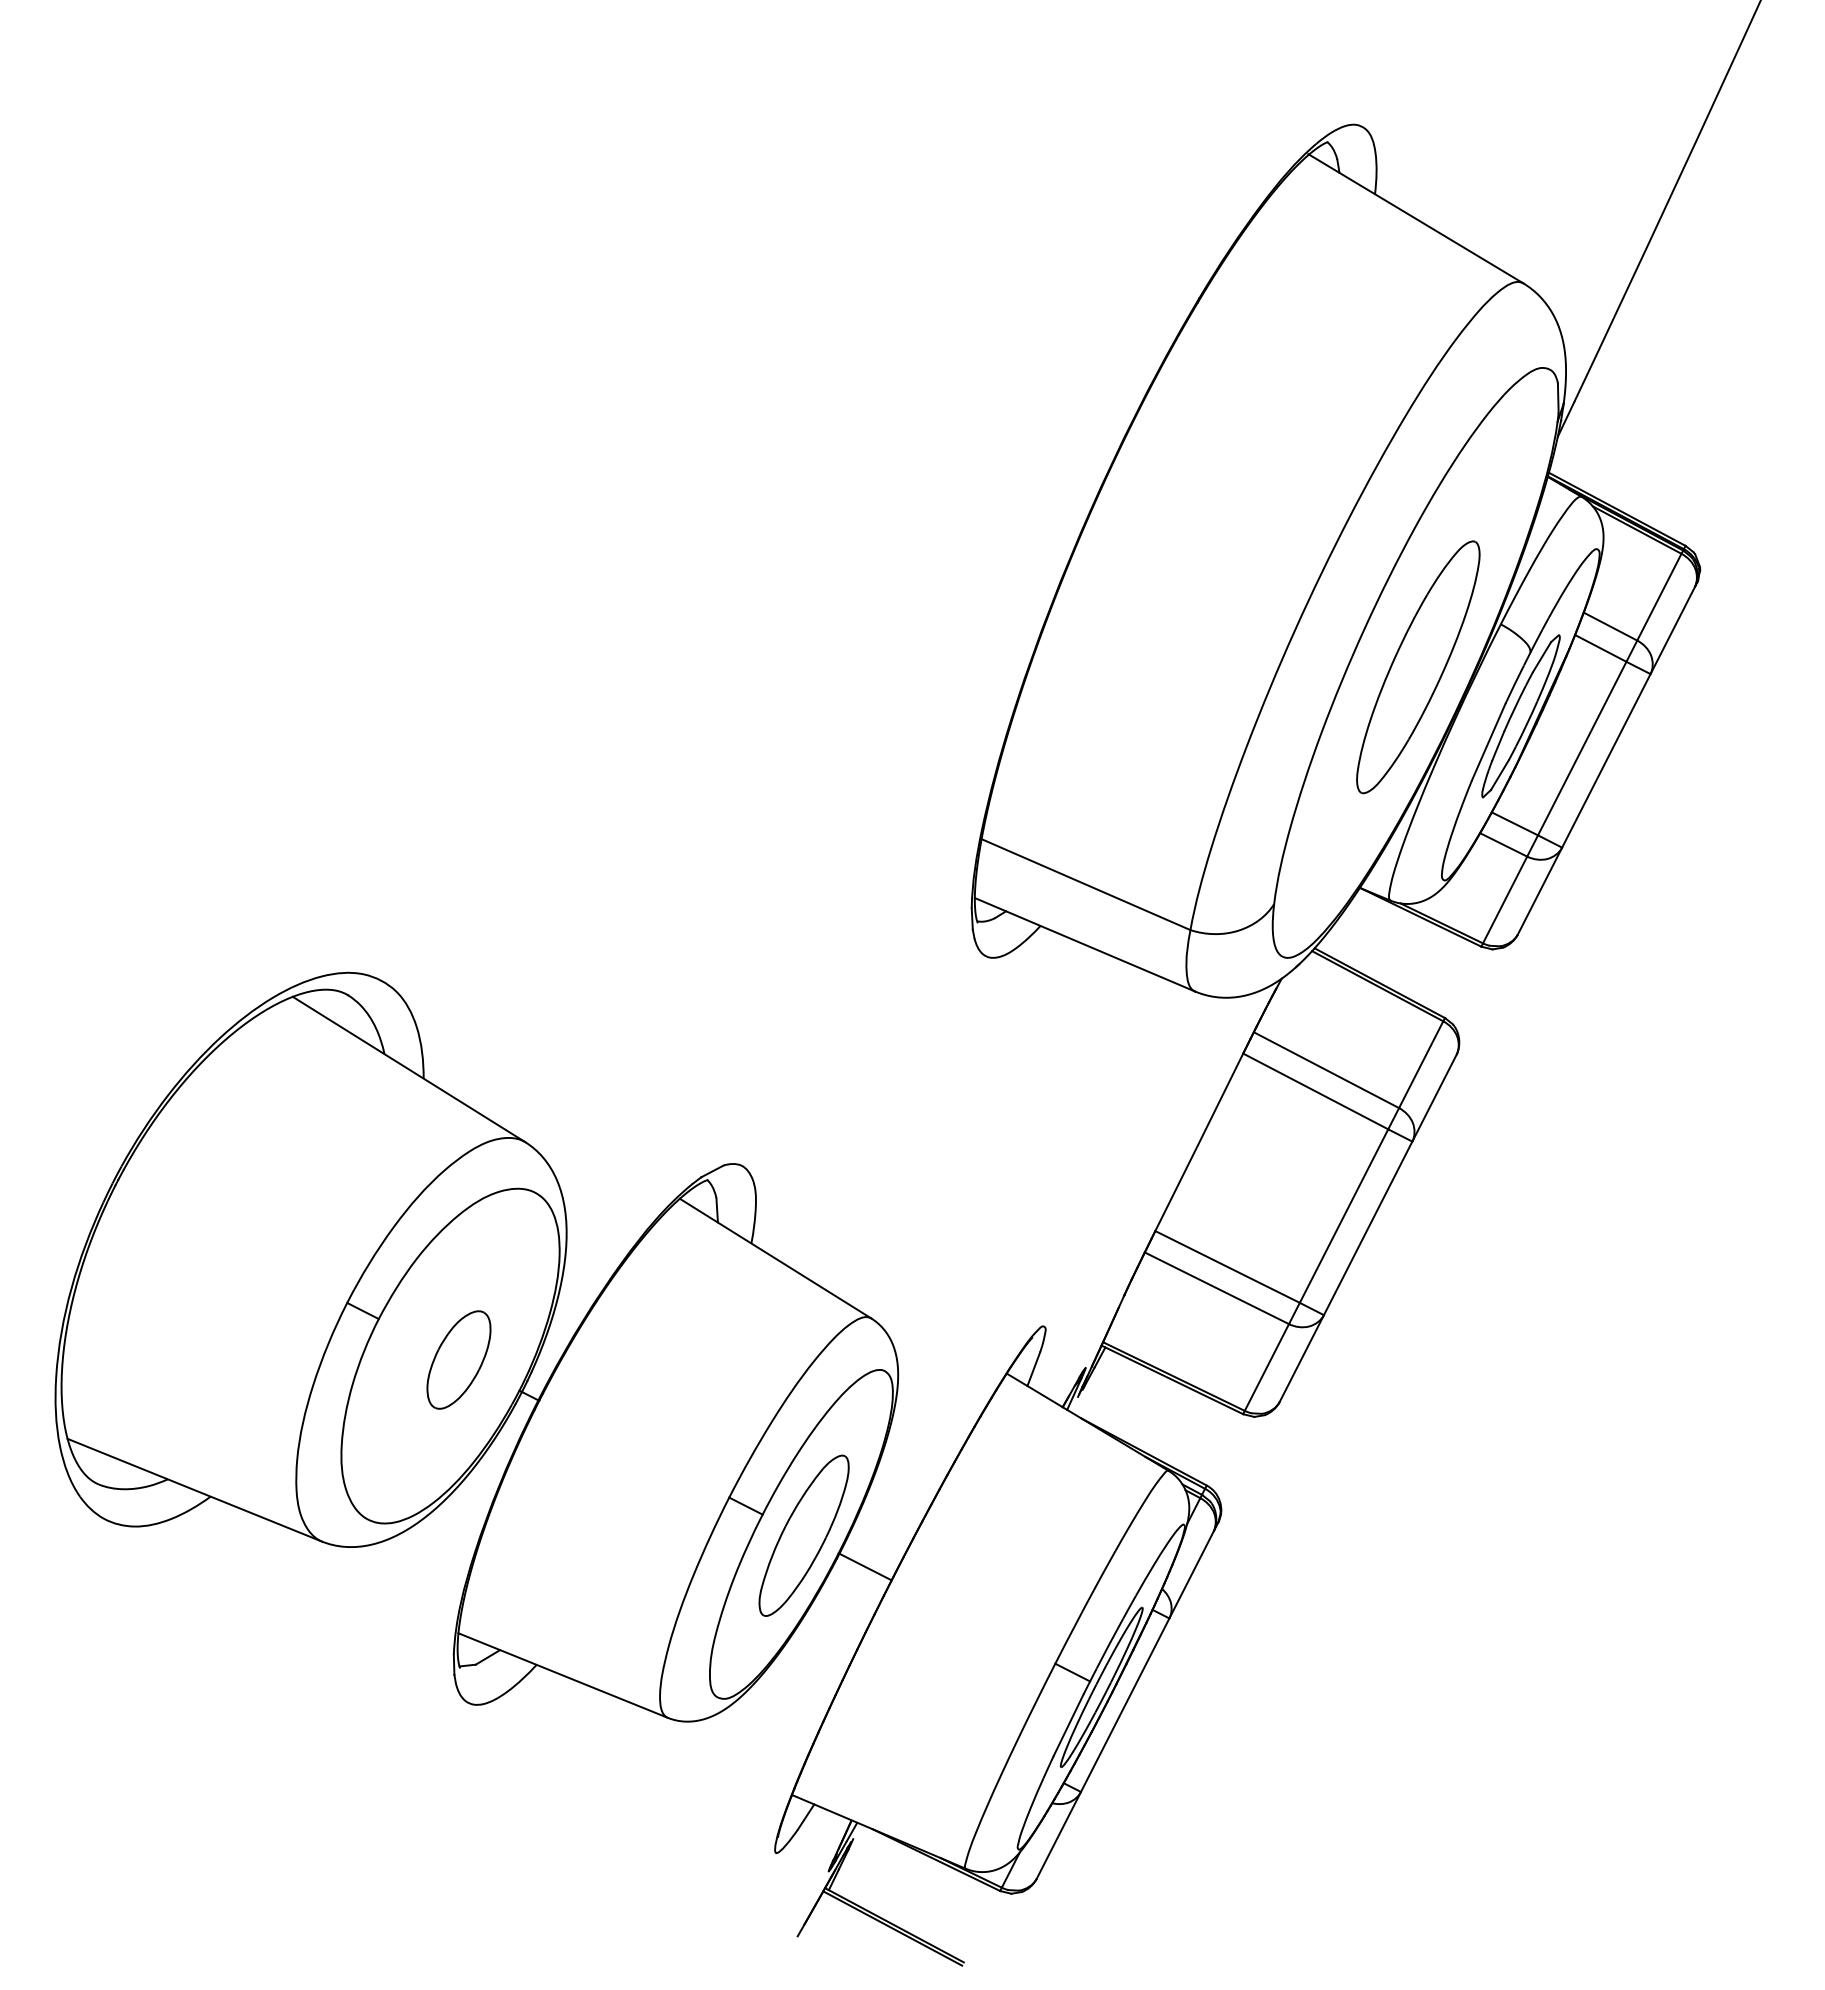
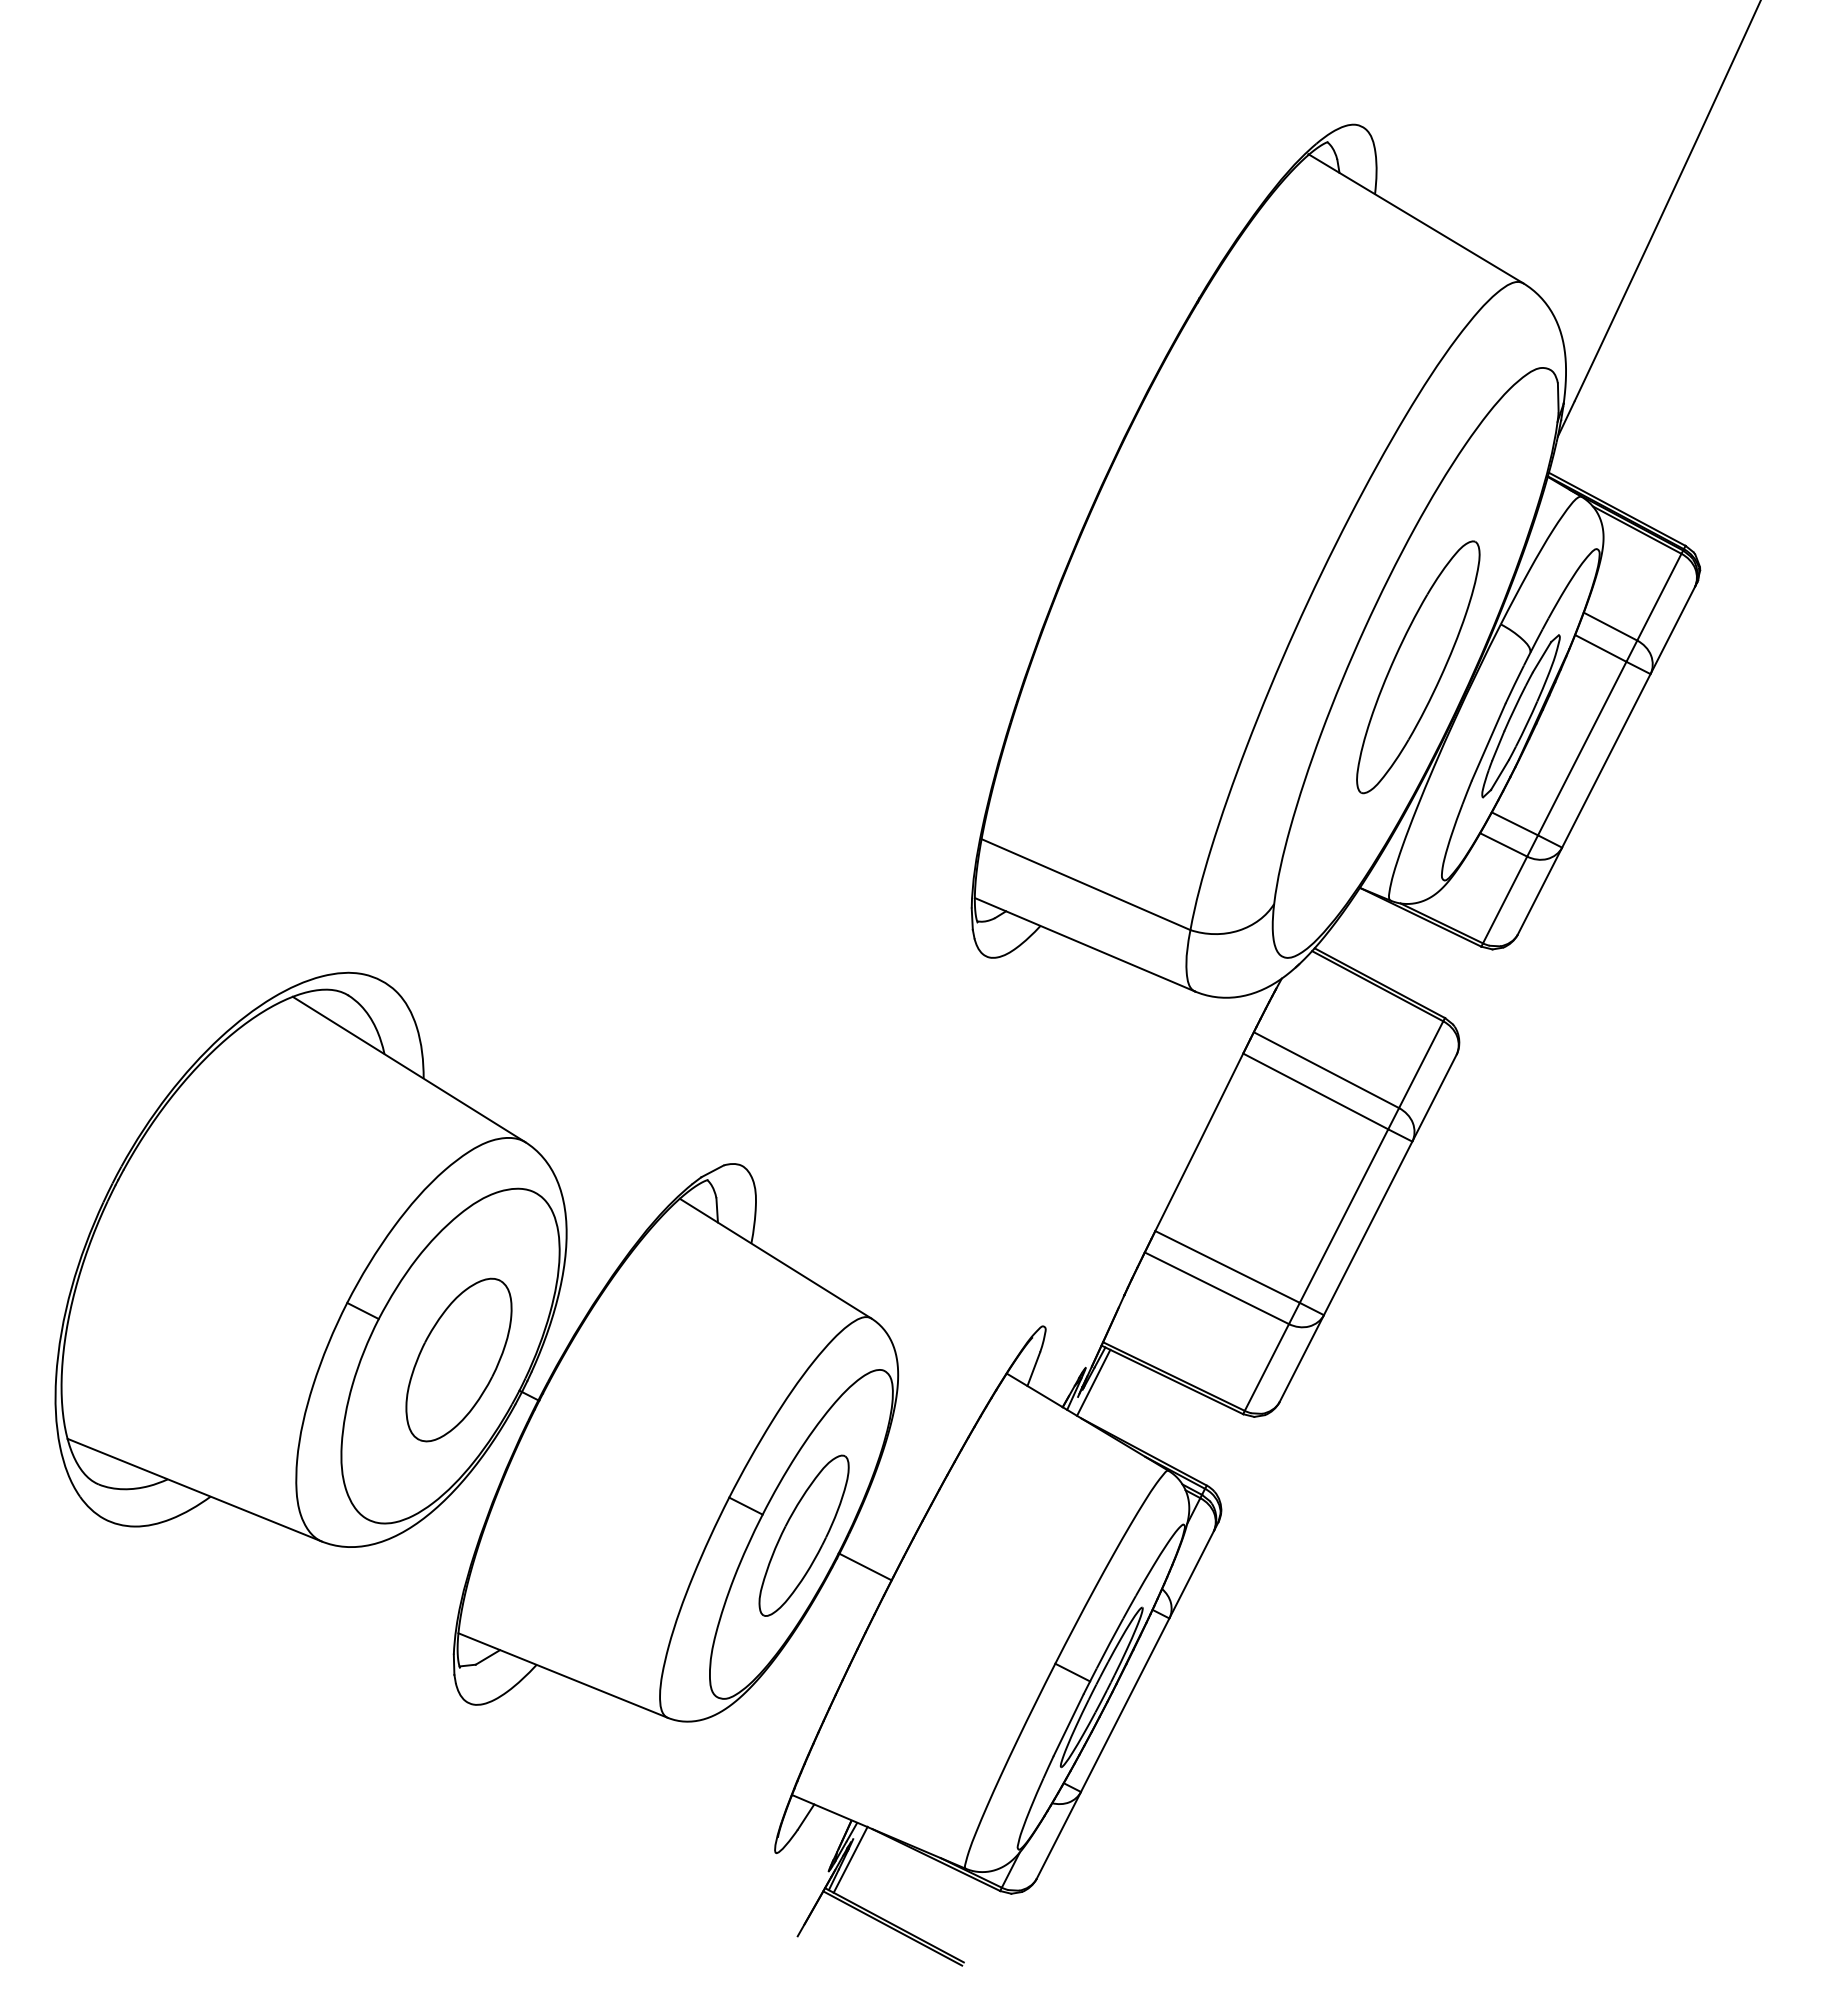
part at (458, 1359) size: 66x100 px -> 108x166 px
line at (1093, 1382): none -> present
line at (850, 1859): none -> present
